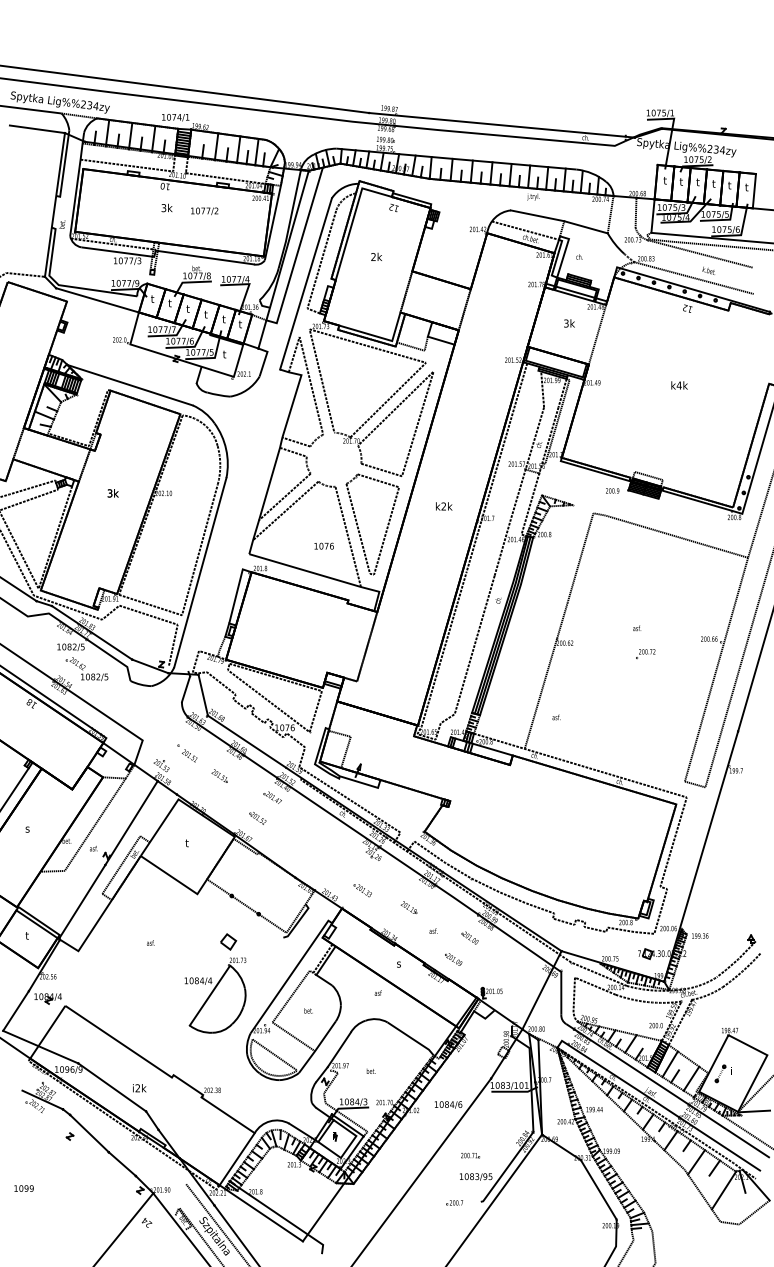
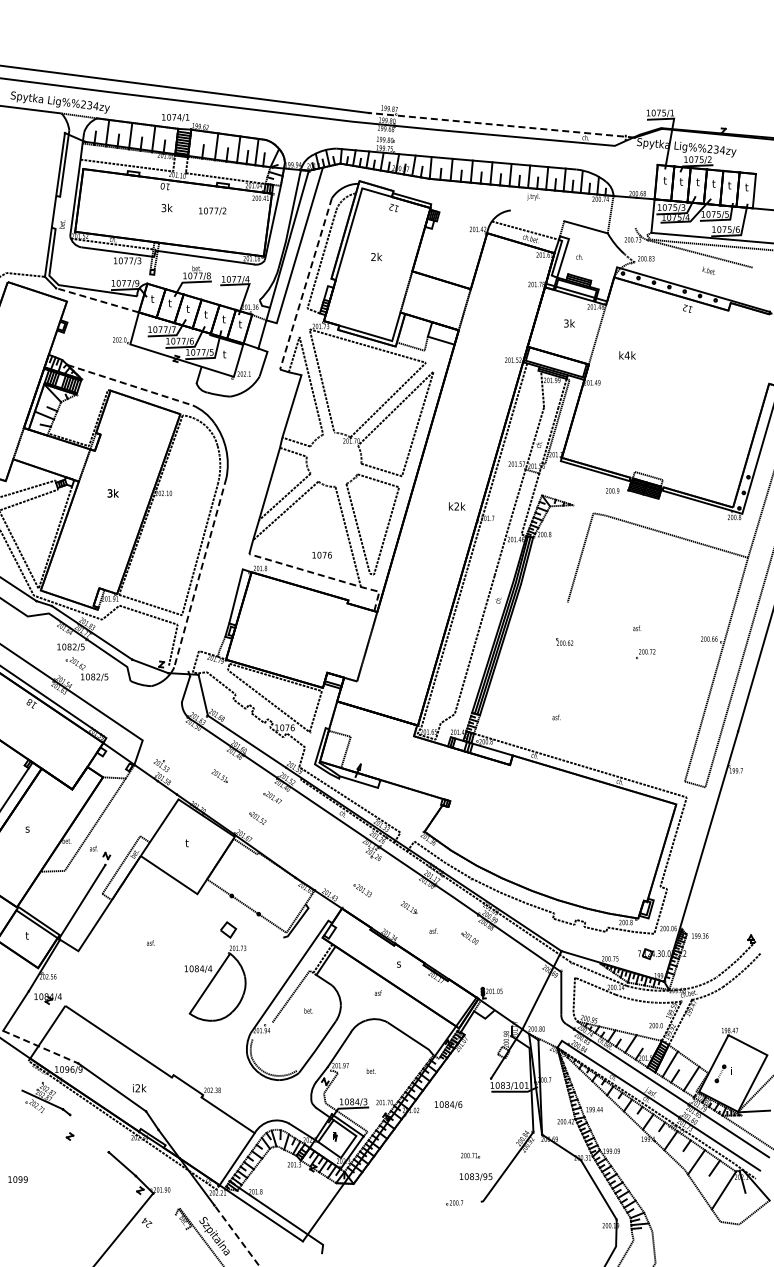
line at (501, 125): solid -> dashed
line at (36, 129): present -> none
text at (204, 211) position: (204, 211) -> (212, 211)
line at (635, 212): present -> none
line at (537, 215): present -> none
line at (693, 278): present -> none
line at (305, 284): solid -> dashed
line at (97, 300): solid -> dashed
line at (130, 385): solid -> dashed
text at (679, 385) position: (679, 385) -> (627, 355)
text at (444, 506) position: (444, 506) -> (457, 506)
text at (323, 545) position: (323, 545) -> (321, 554)
line at (200, 573): solid -> dashed
line at (324, 576): solid -> dashed
line at (545, 675): present -> none
part at (187, 753): present -> none
line at (131, 823): present -> none
part at (453, 959): present -> none
part at (215, 983) position: (215, 983) -> (215, 971)
line at (293, 1036): present -> none
line at (40, 1047): solid -> dashed
line at (274, 1054): present -> none
line at (89, 1133): present -> none
line at (422, 1170): present -> none
text at (23, 1188) position: (23, 1188) -> (17, 1179)
line at (495, 1198): present -> none
line at (216, 1223): present -> none
line at (180, 1228): present -> none
line at (237, 1235): solid -> dashed
